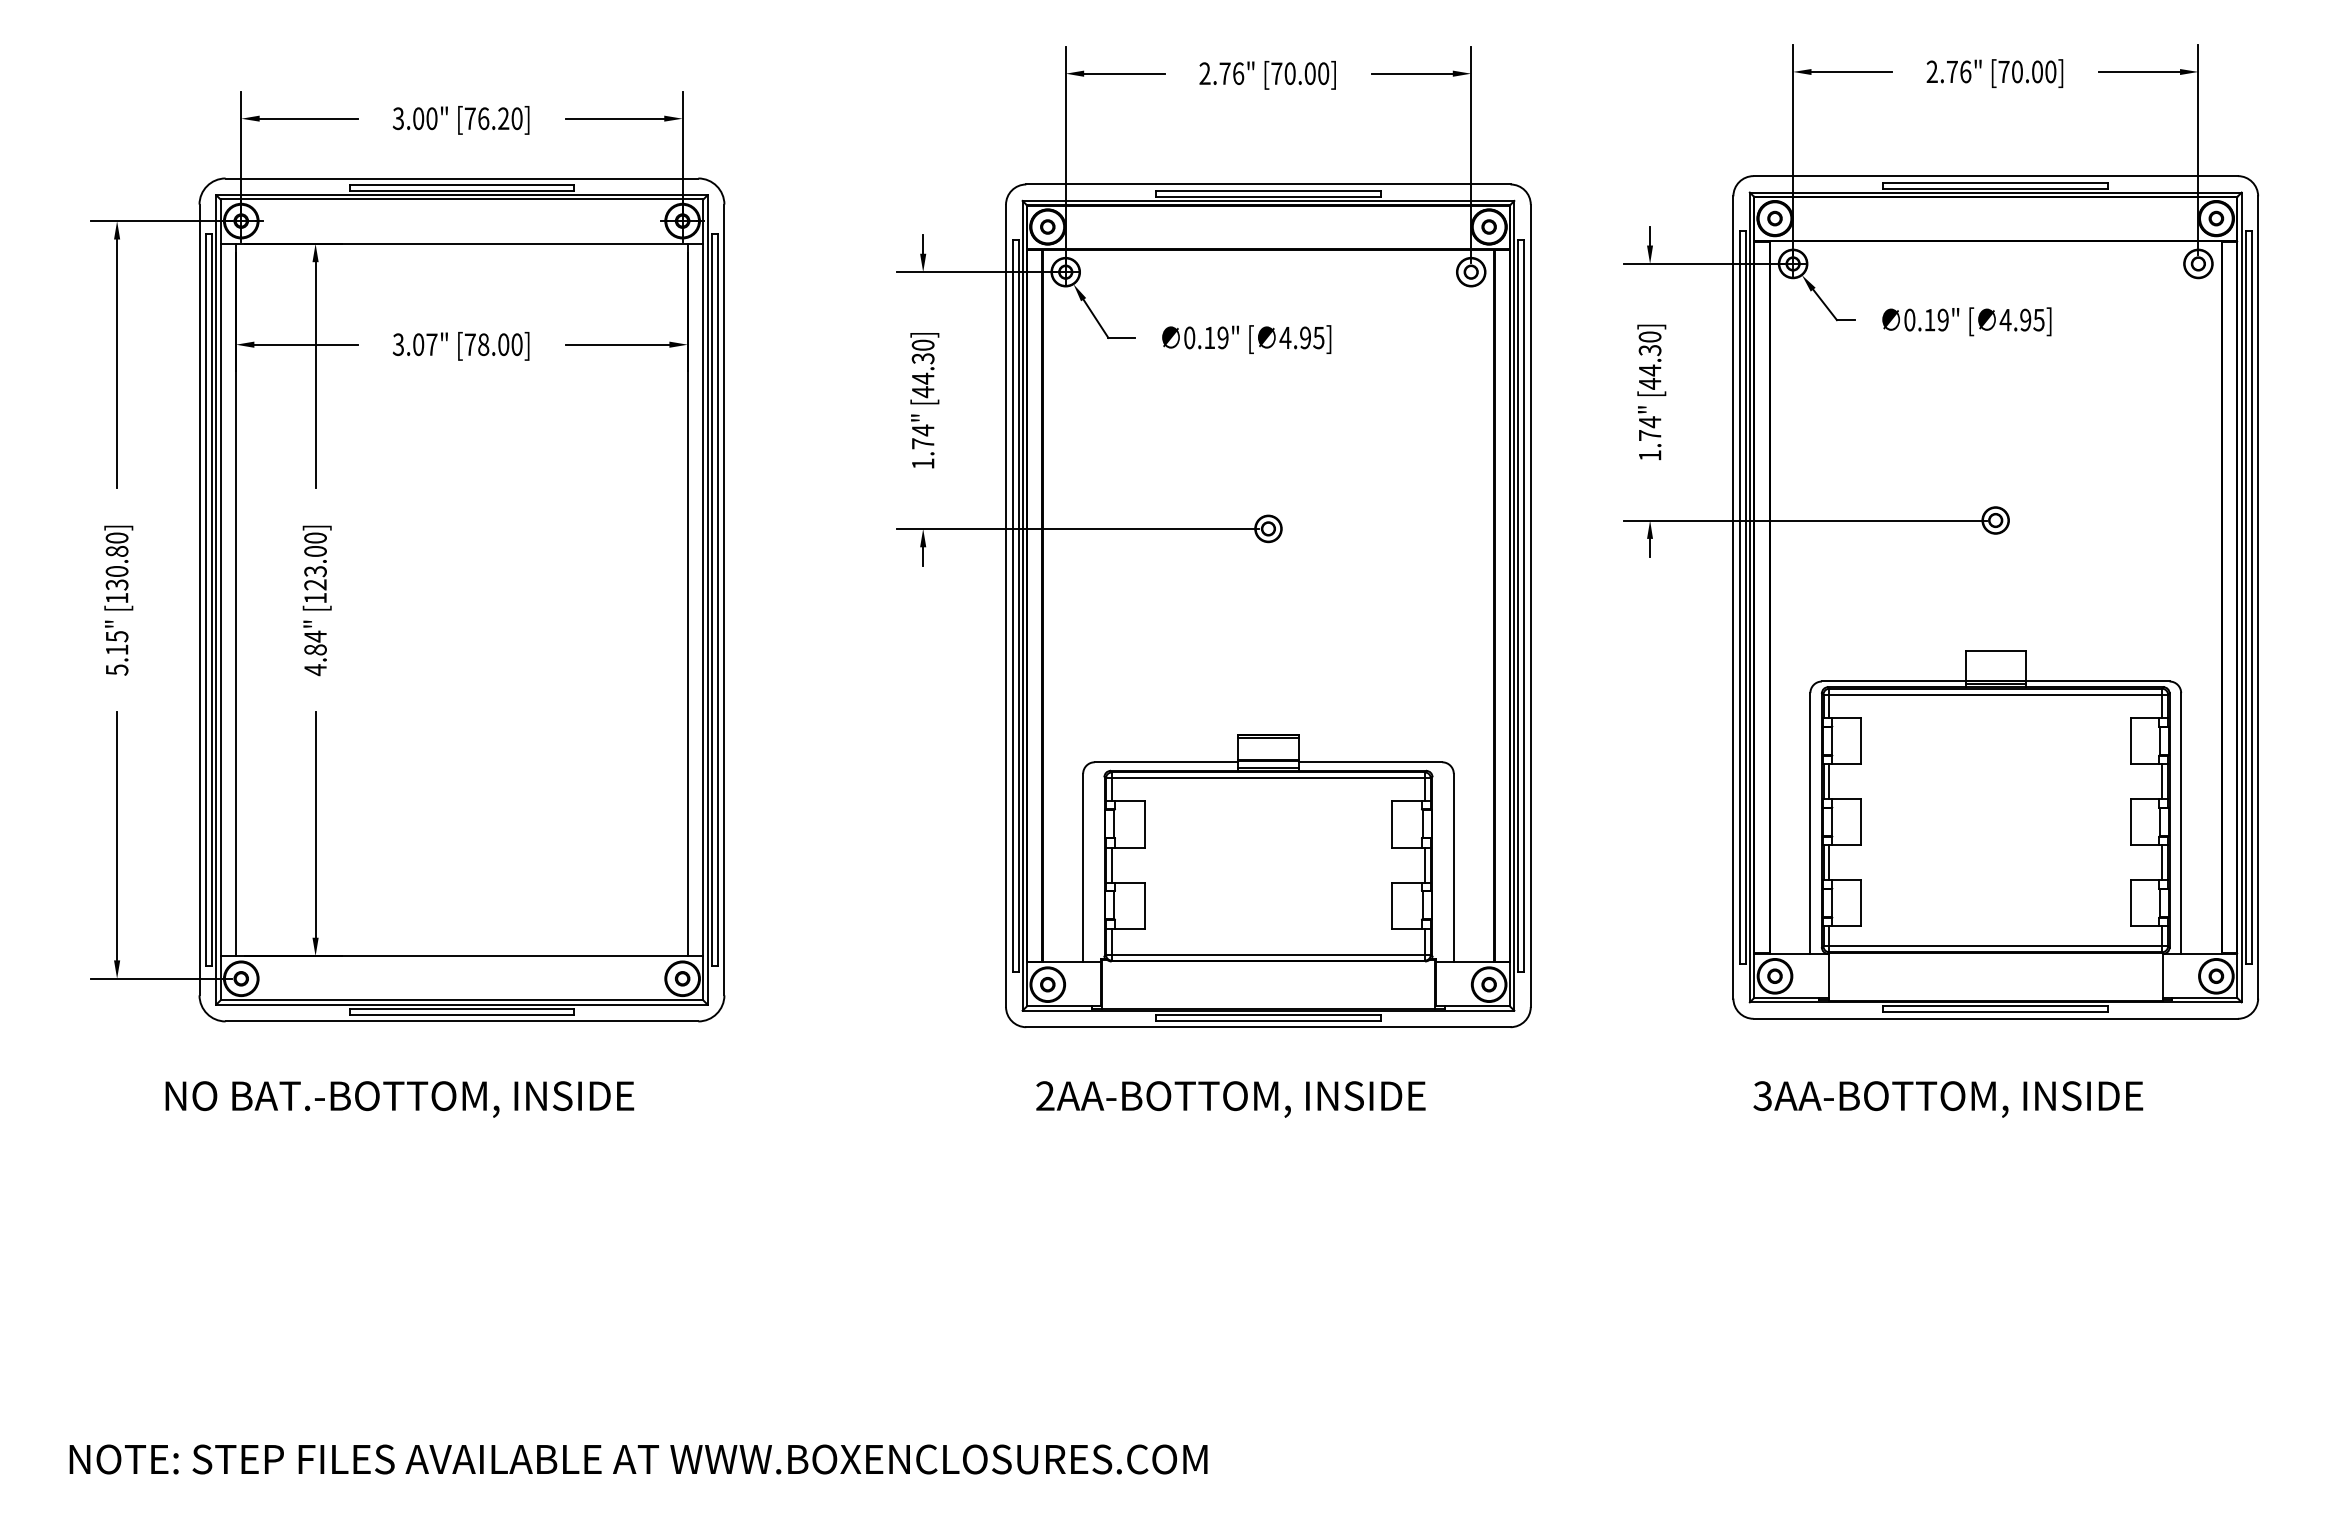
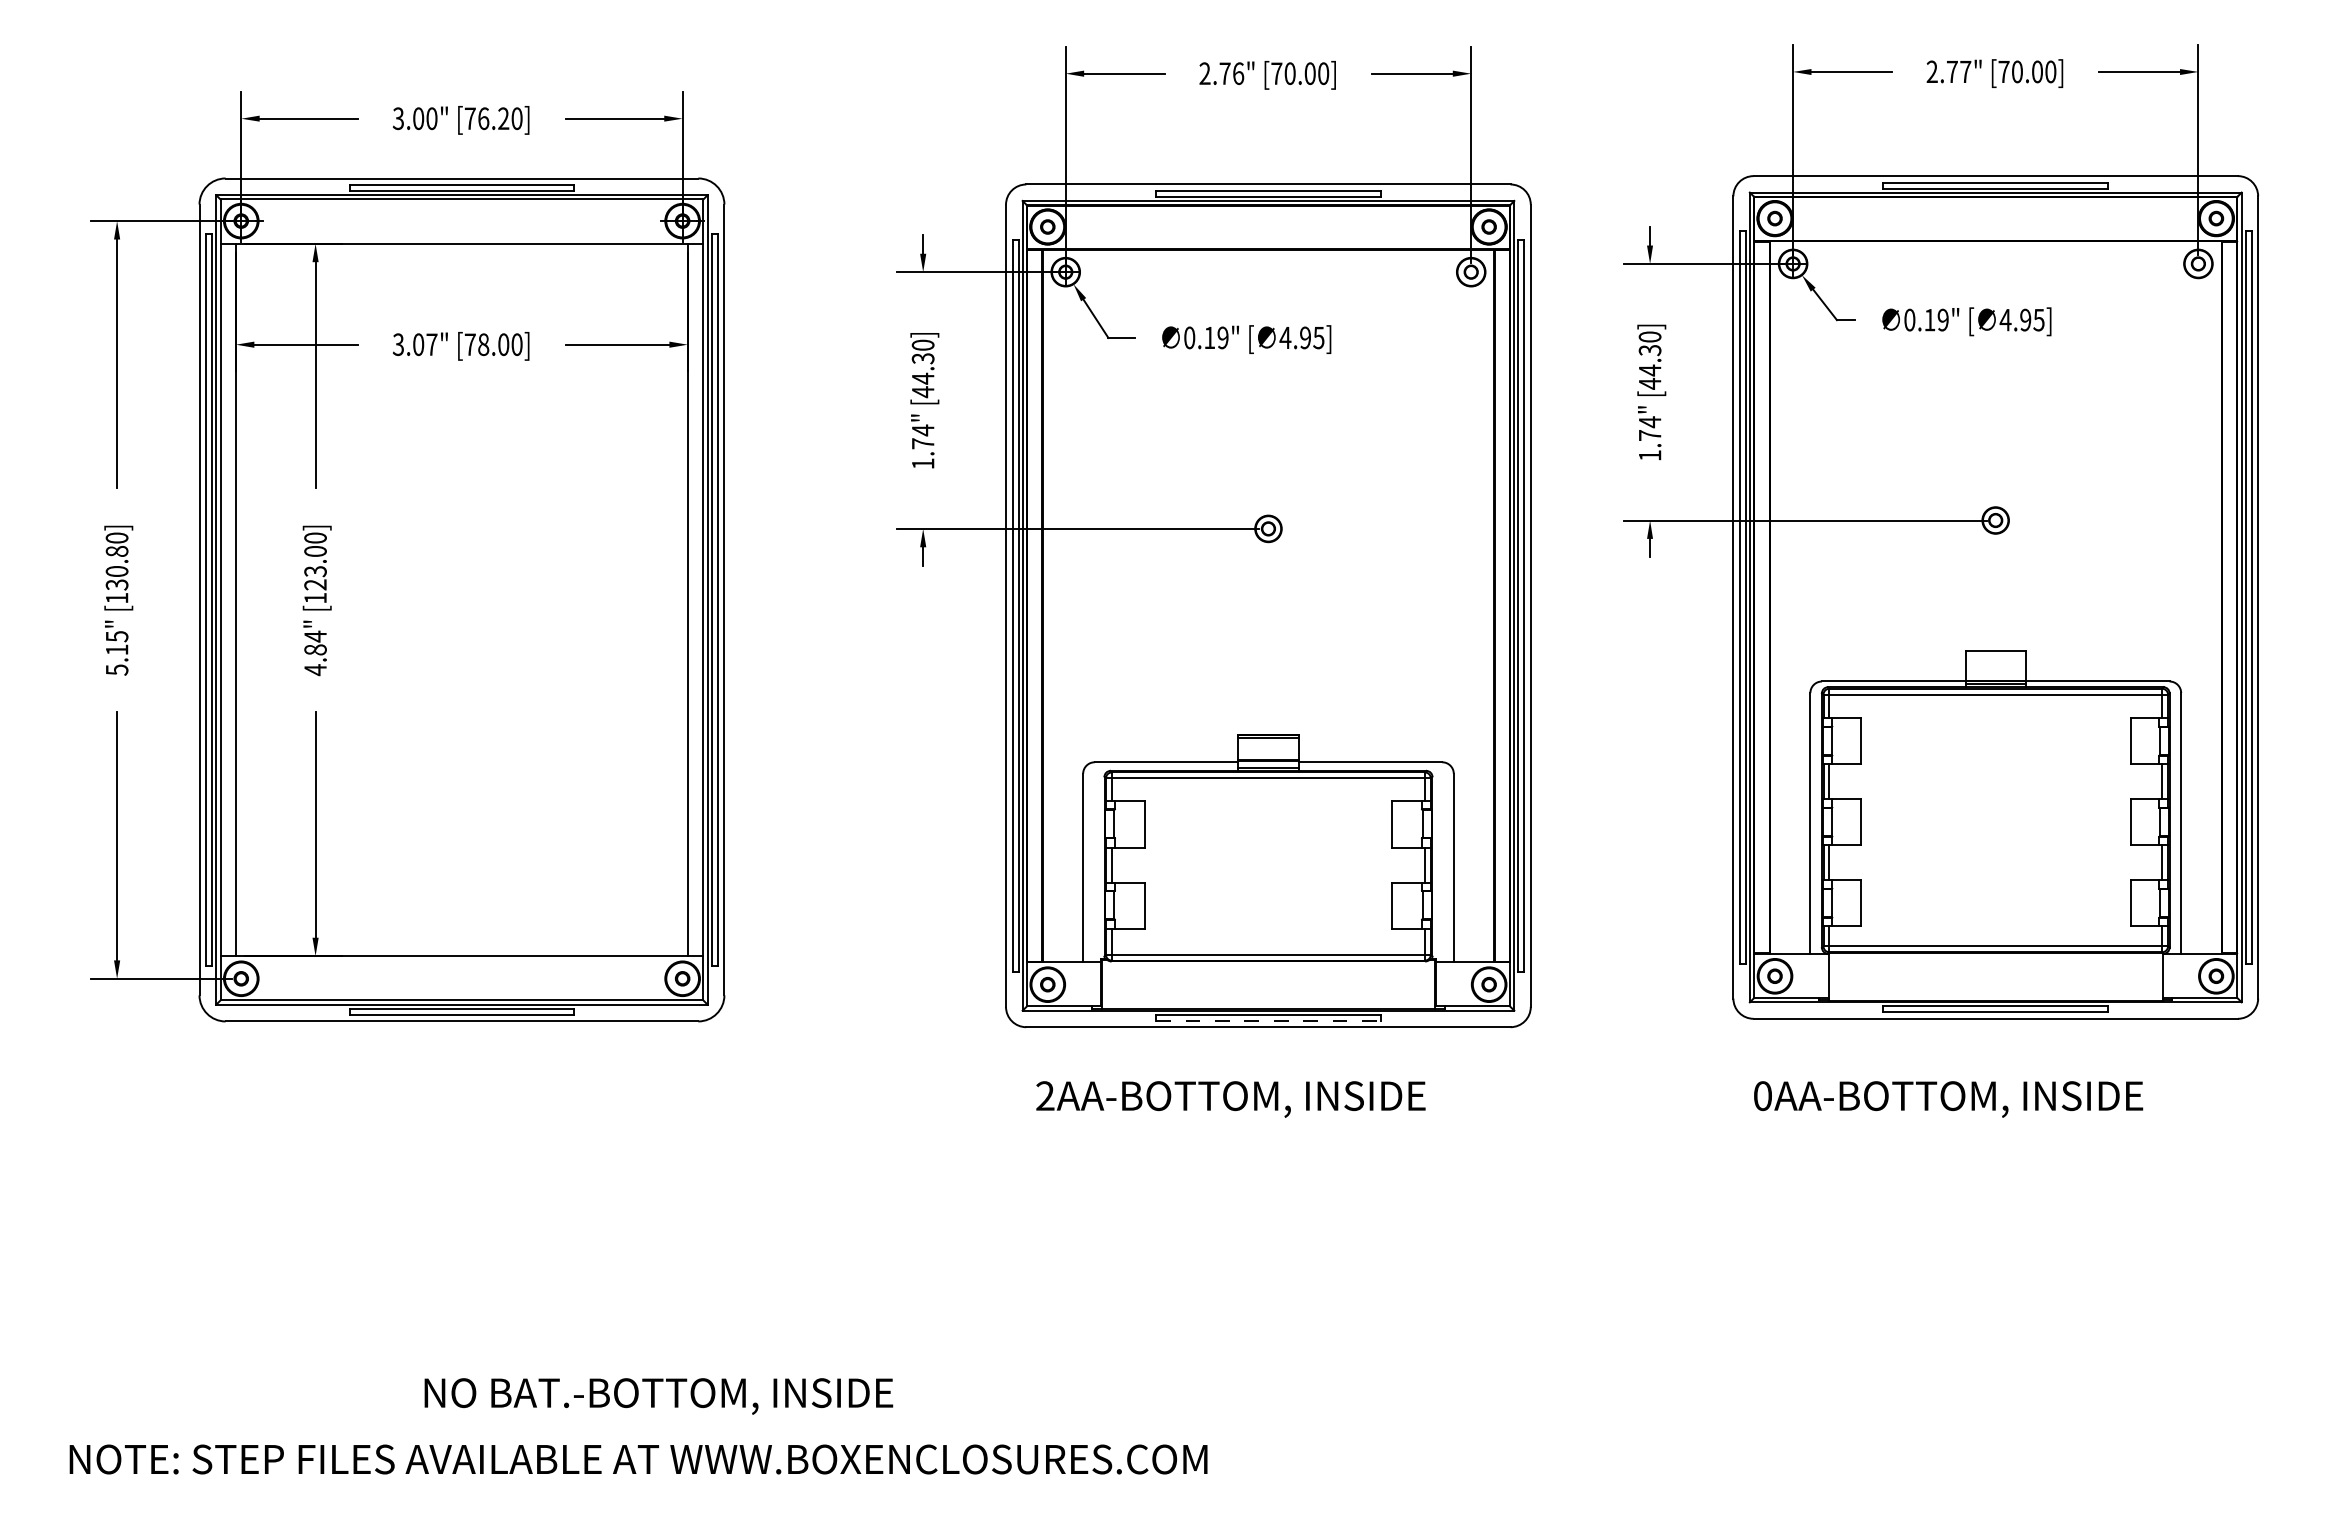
text at (1965, 71): 2.76" -> 2.77"
line at (1268, 1020): solid -> dashed
text at (1762, 1095): 3AA-BOTTOM, -> 0AA-BOTTOM,
text at (399, 1099) position: (399, 1099) -> (658, 1396)
